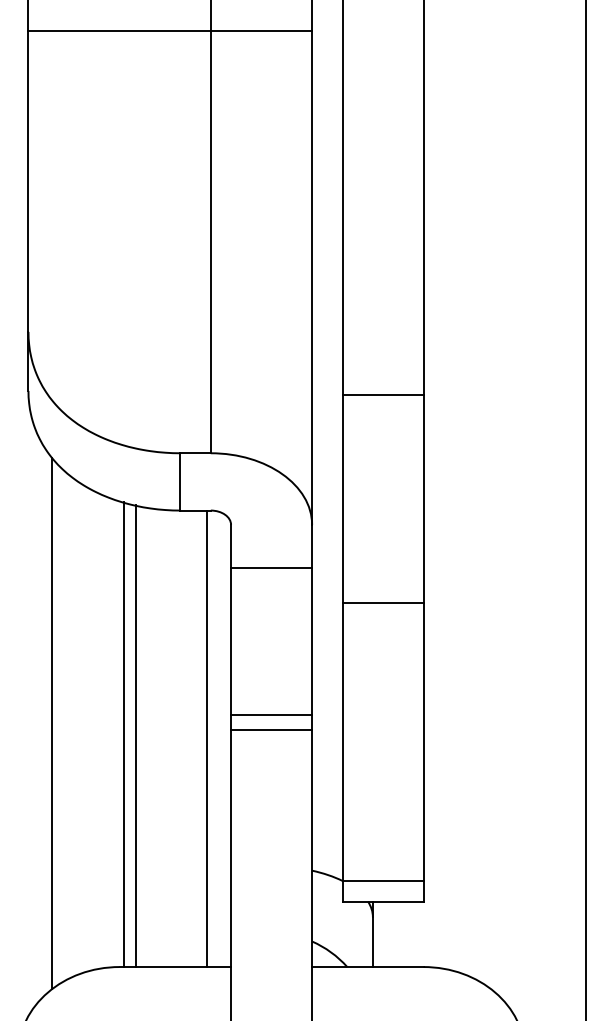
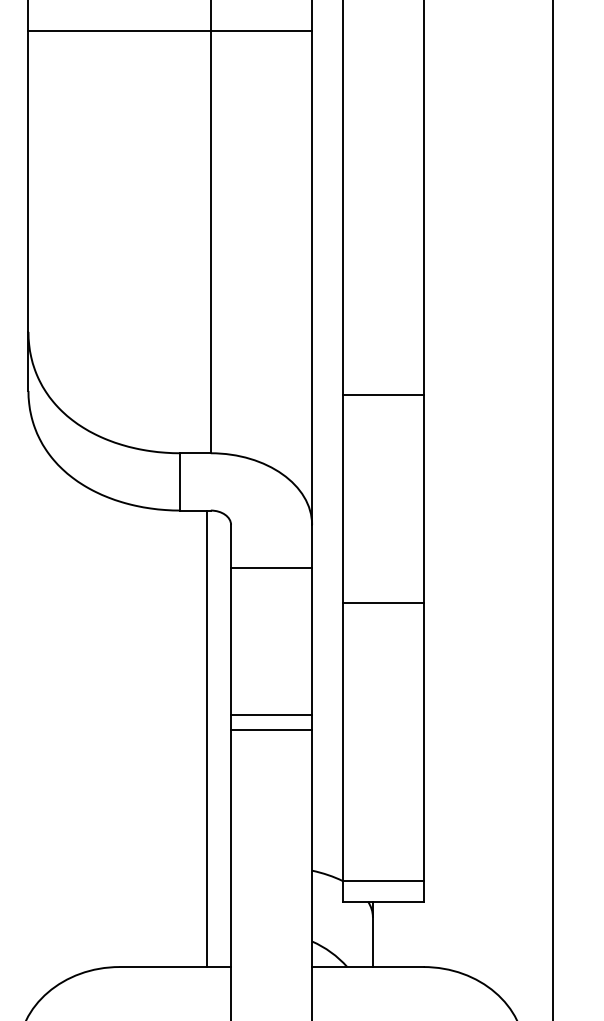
line at (585, 509) position: (585, 509) -> (552, 509)
line at (52, 723): present -> none
line at (123, 734): present -> none
line at (135, 736): present -> none
